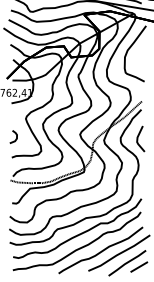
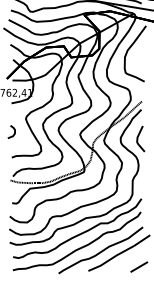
curve at (15, 134) position: (15, 134) -> (13, 129)
line at (127, 263): present -> none
